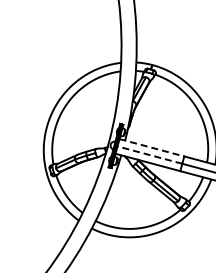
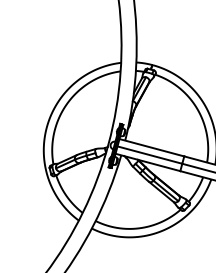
line at (151, 147): dashed -> solid
line at (149, 155): dashed -> solid
